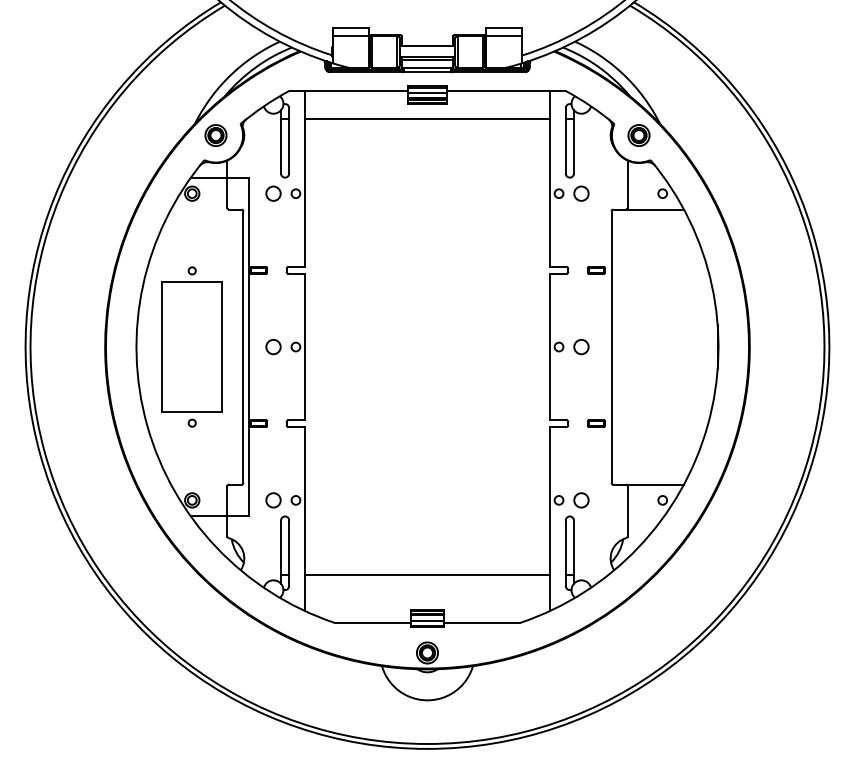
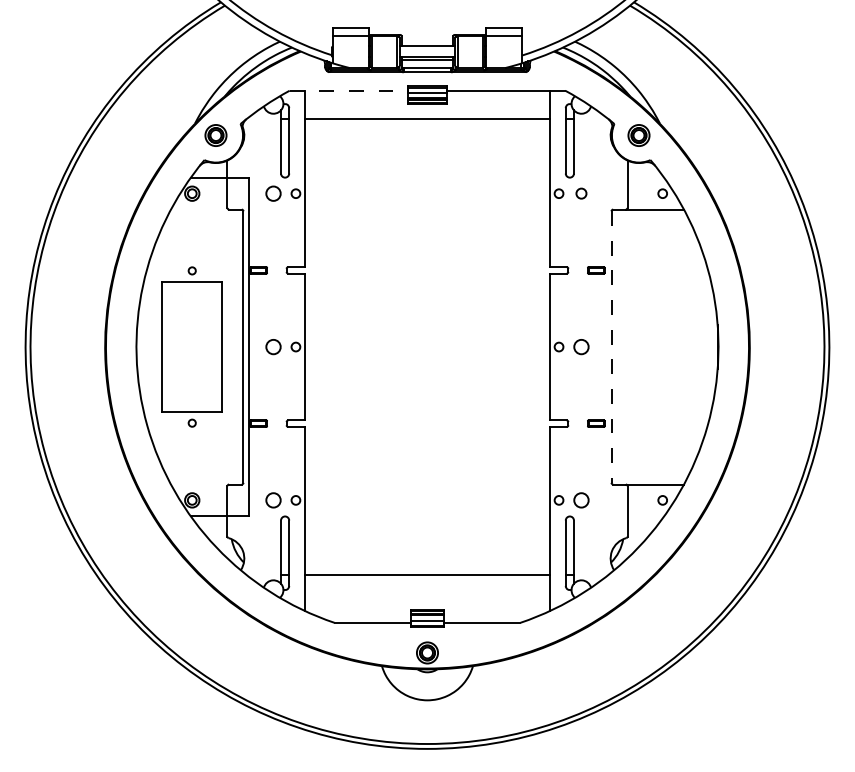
line at (349, 90): solid -> dashed
circle at (581, 193) size: 17x17 px -> 13x13 px
line at (611, 347): solid -> dashed
